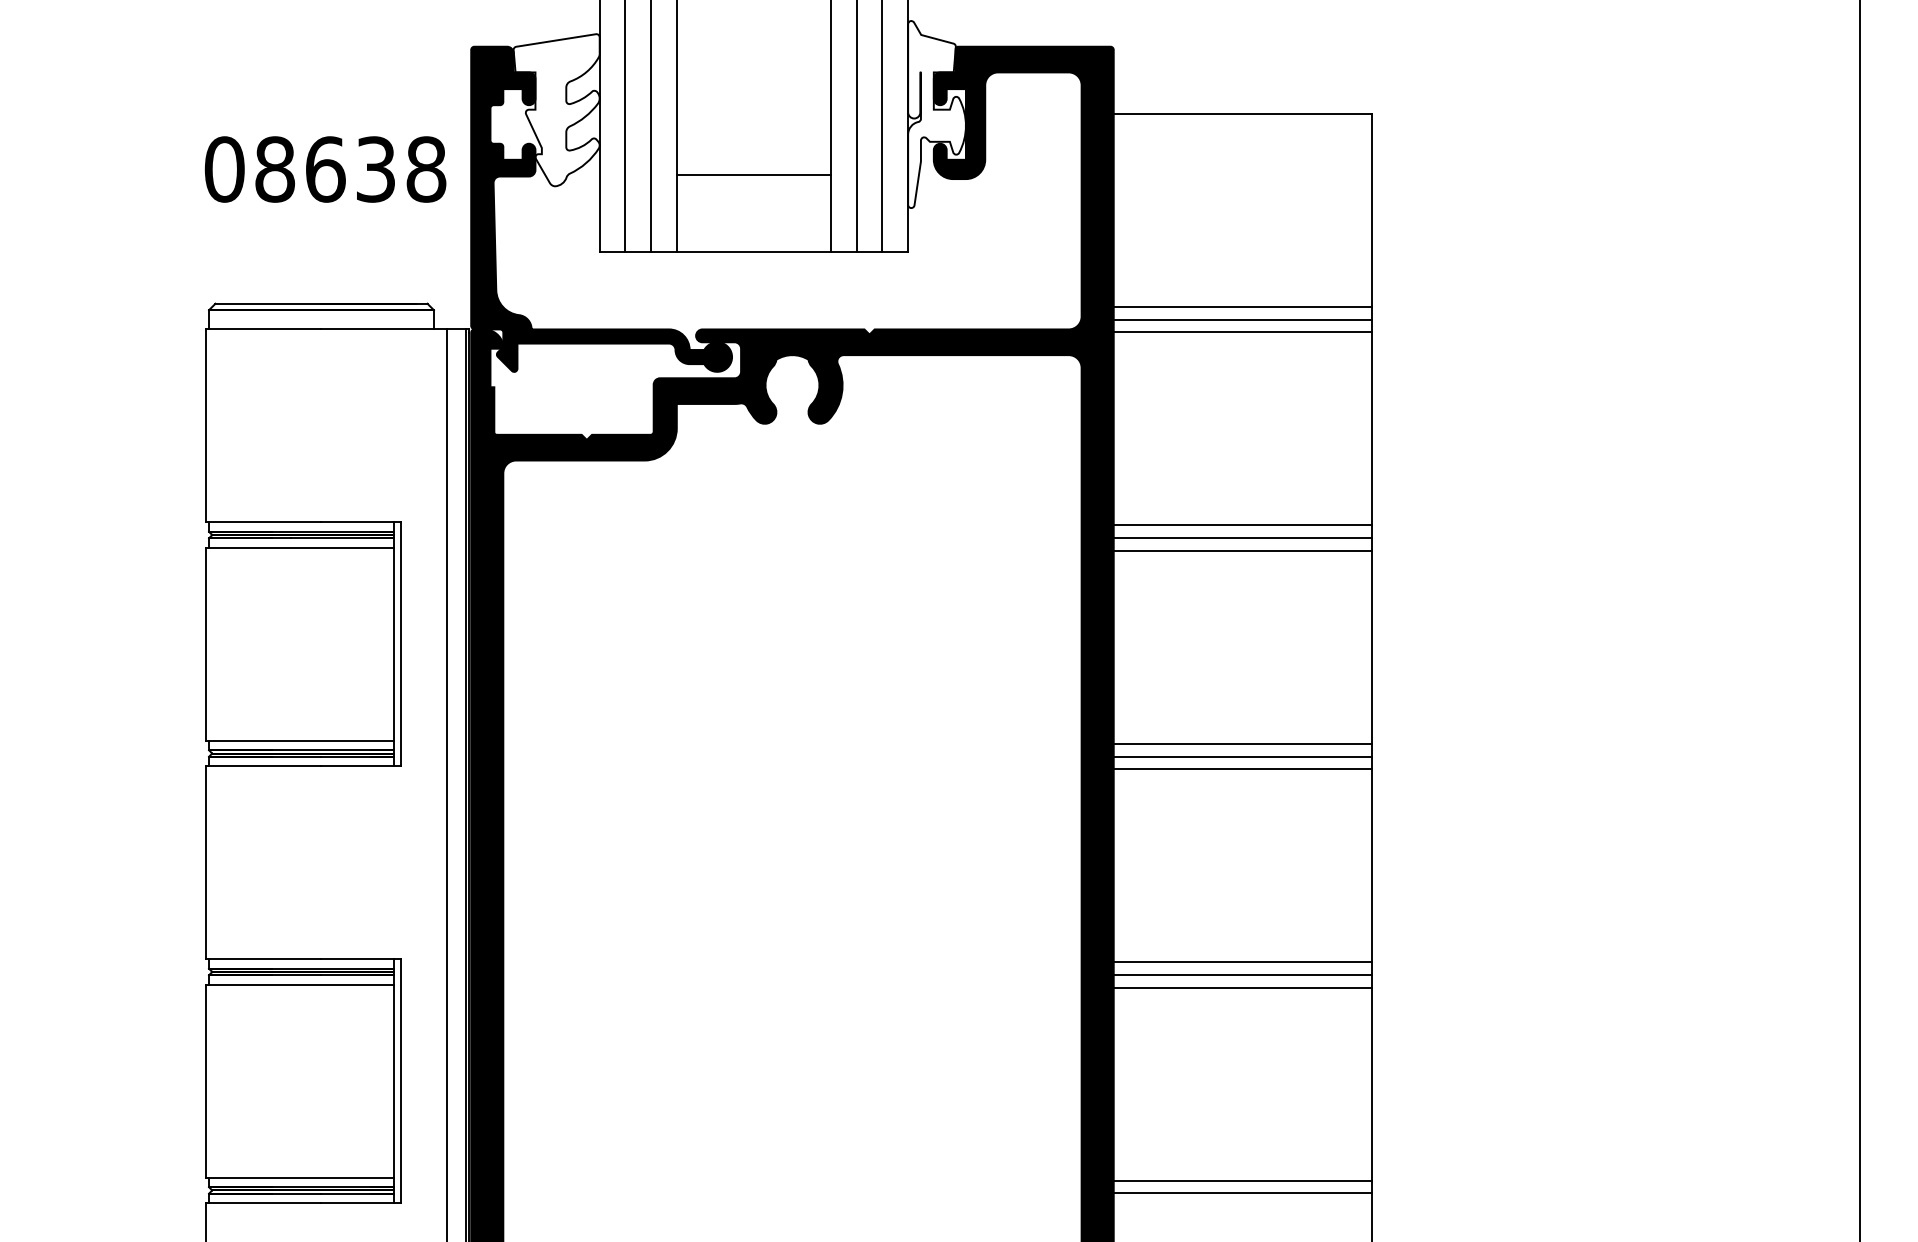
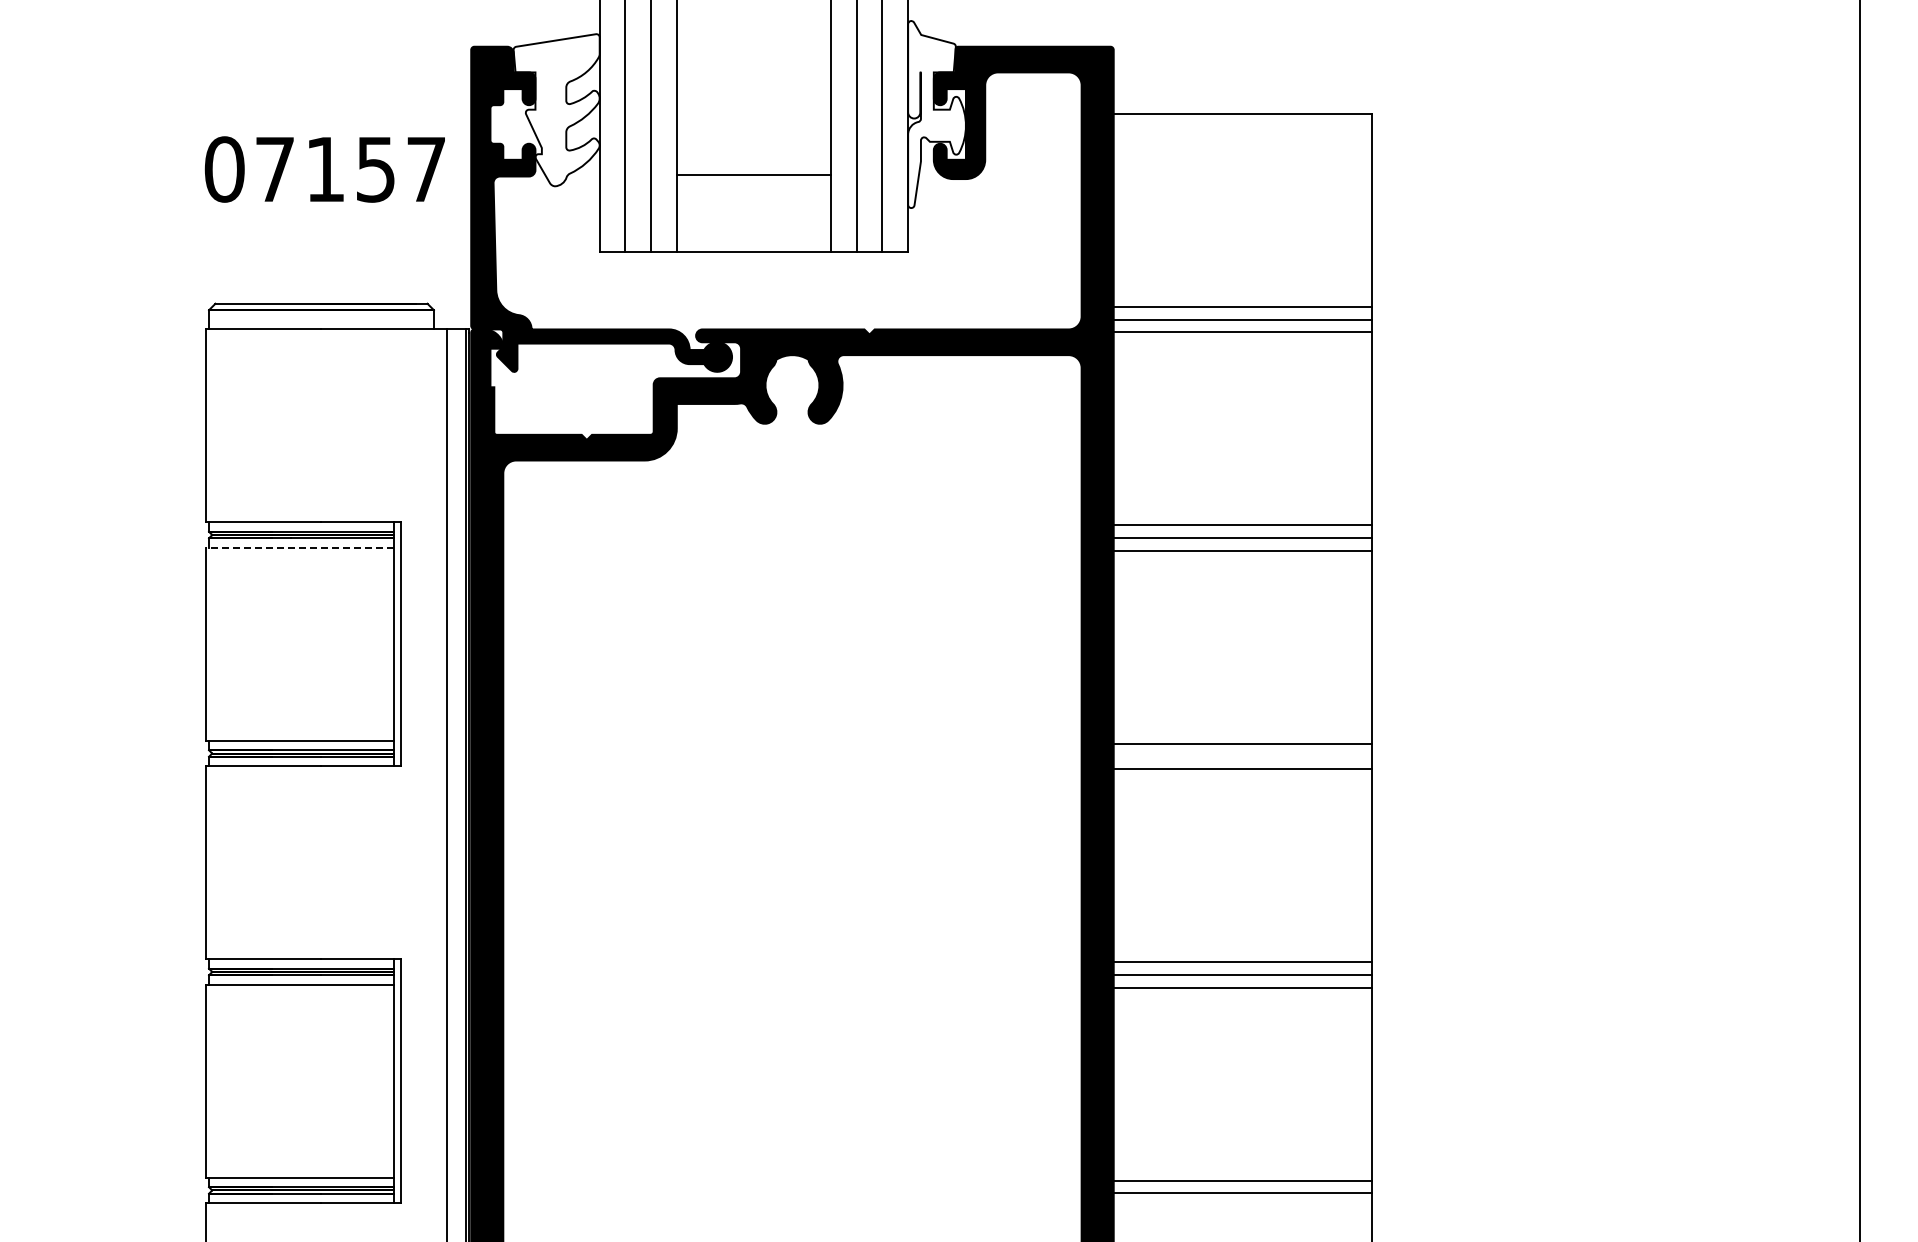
text at (350, 169): 08638 -> 07157
line at (299, 547): solid -> dashed
line at (1241, 756): present -> none
